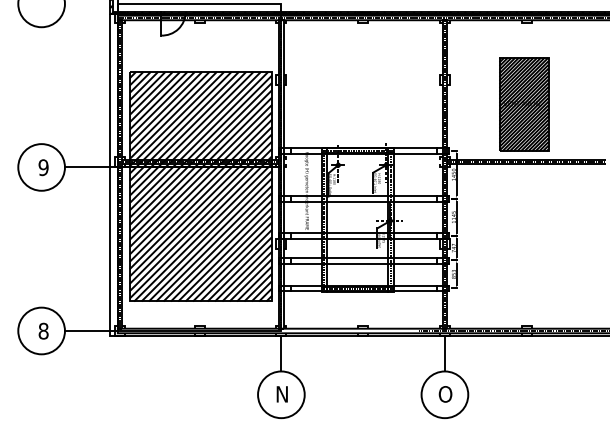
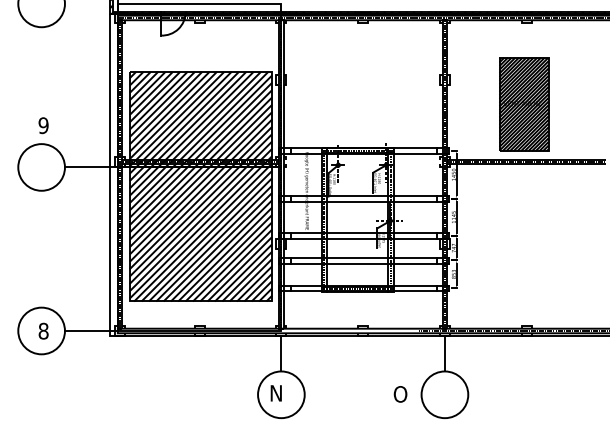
text at (43, 167) position: (43, 167) -> (43, 125)
text at (281, 394) position: (281, 394) -> (275, 393)
text at (445, 394) position: (445, 394) -> (400, 394)
